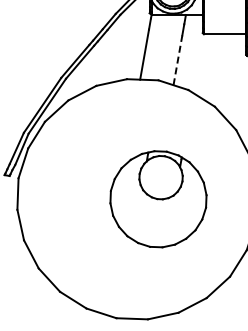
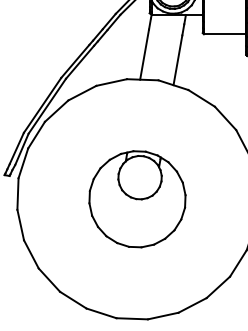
line at (178, 59): dashed -> solid
part at (158, 199) position: (158, 199) -> (137, 199)
